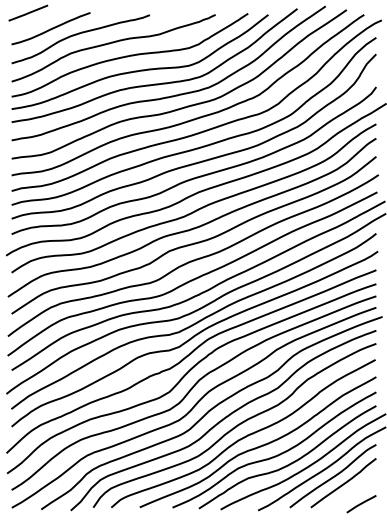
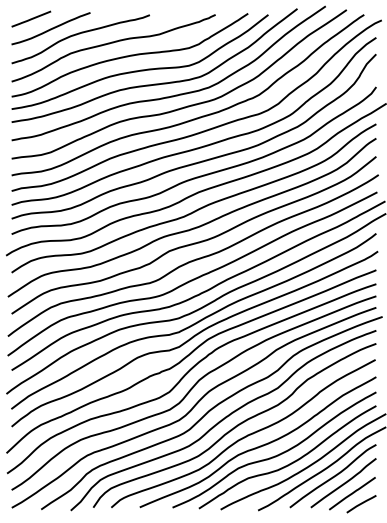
line at (28, 12) position: (28, 12) -> (31, 18)
line at (352, 493): none -> present
